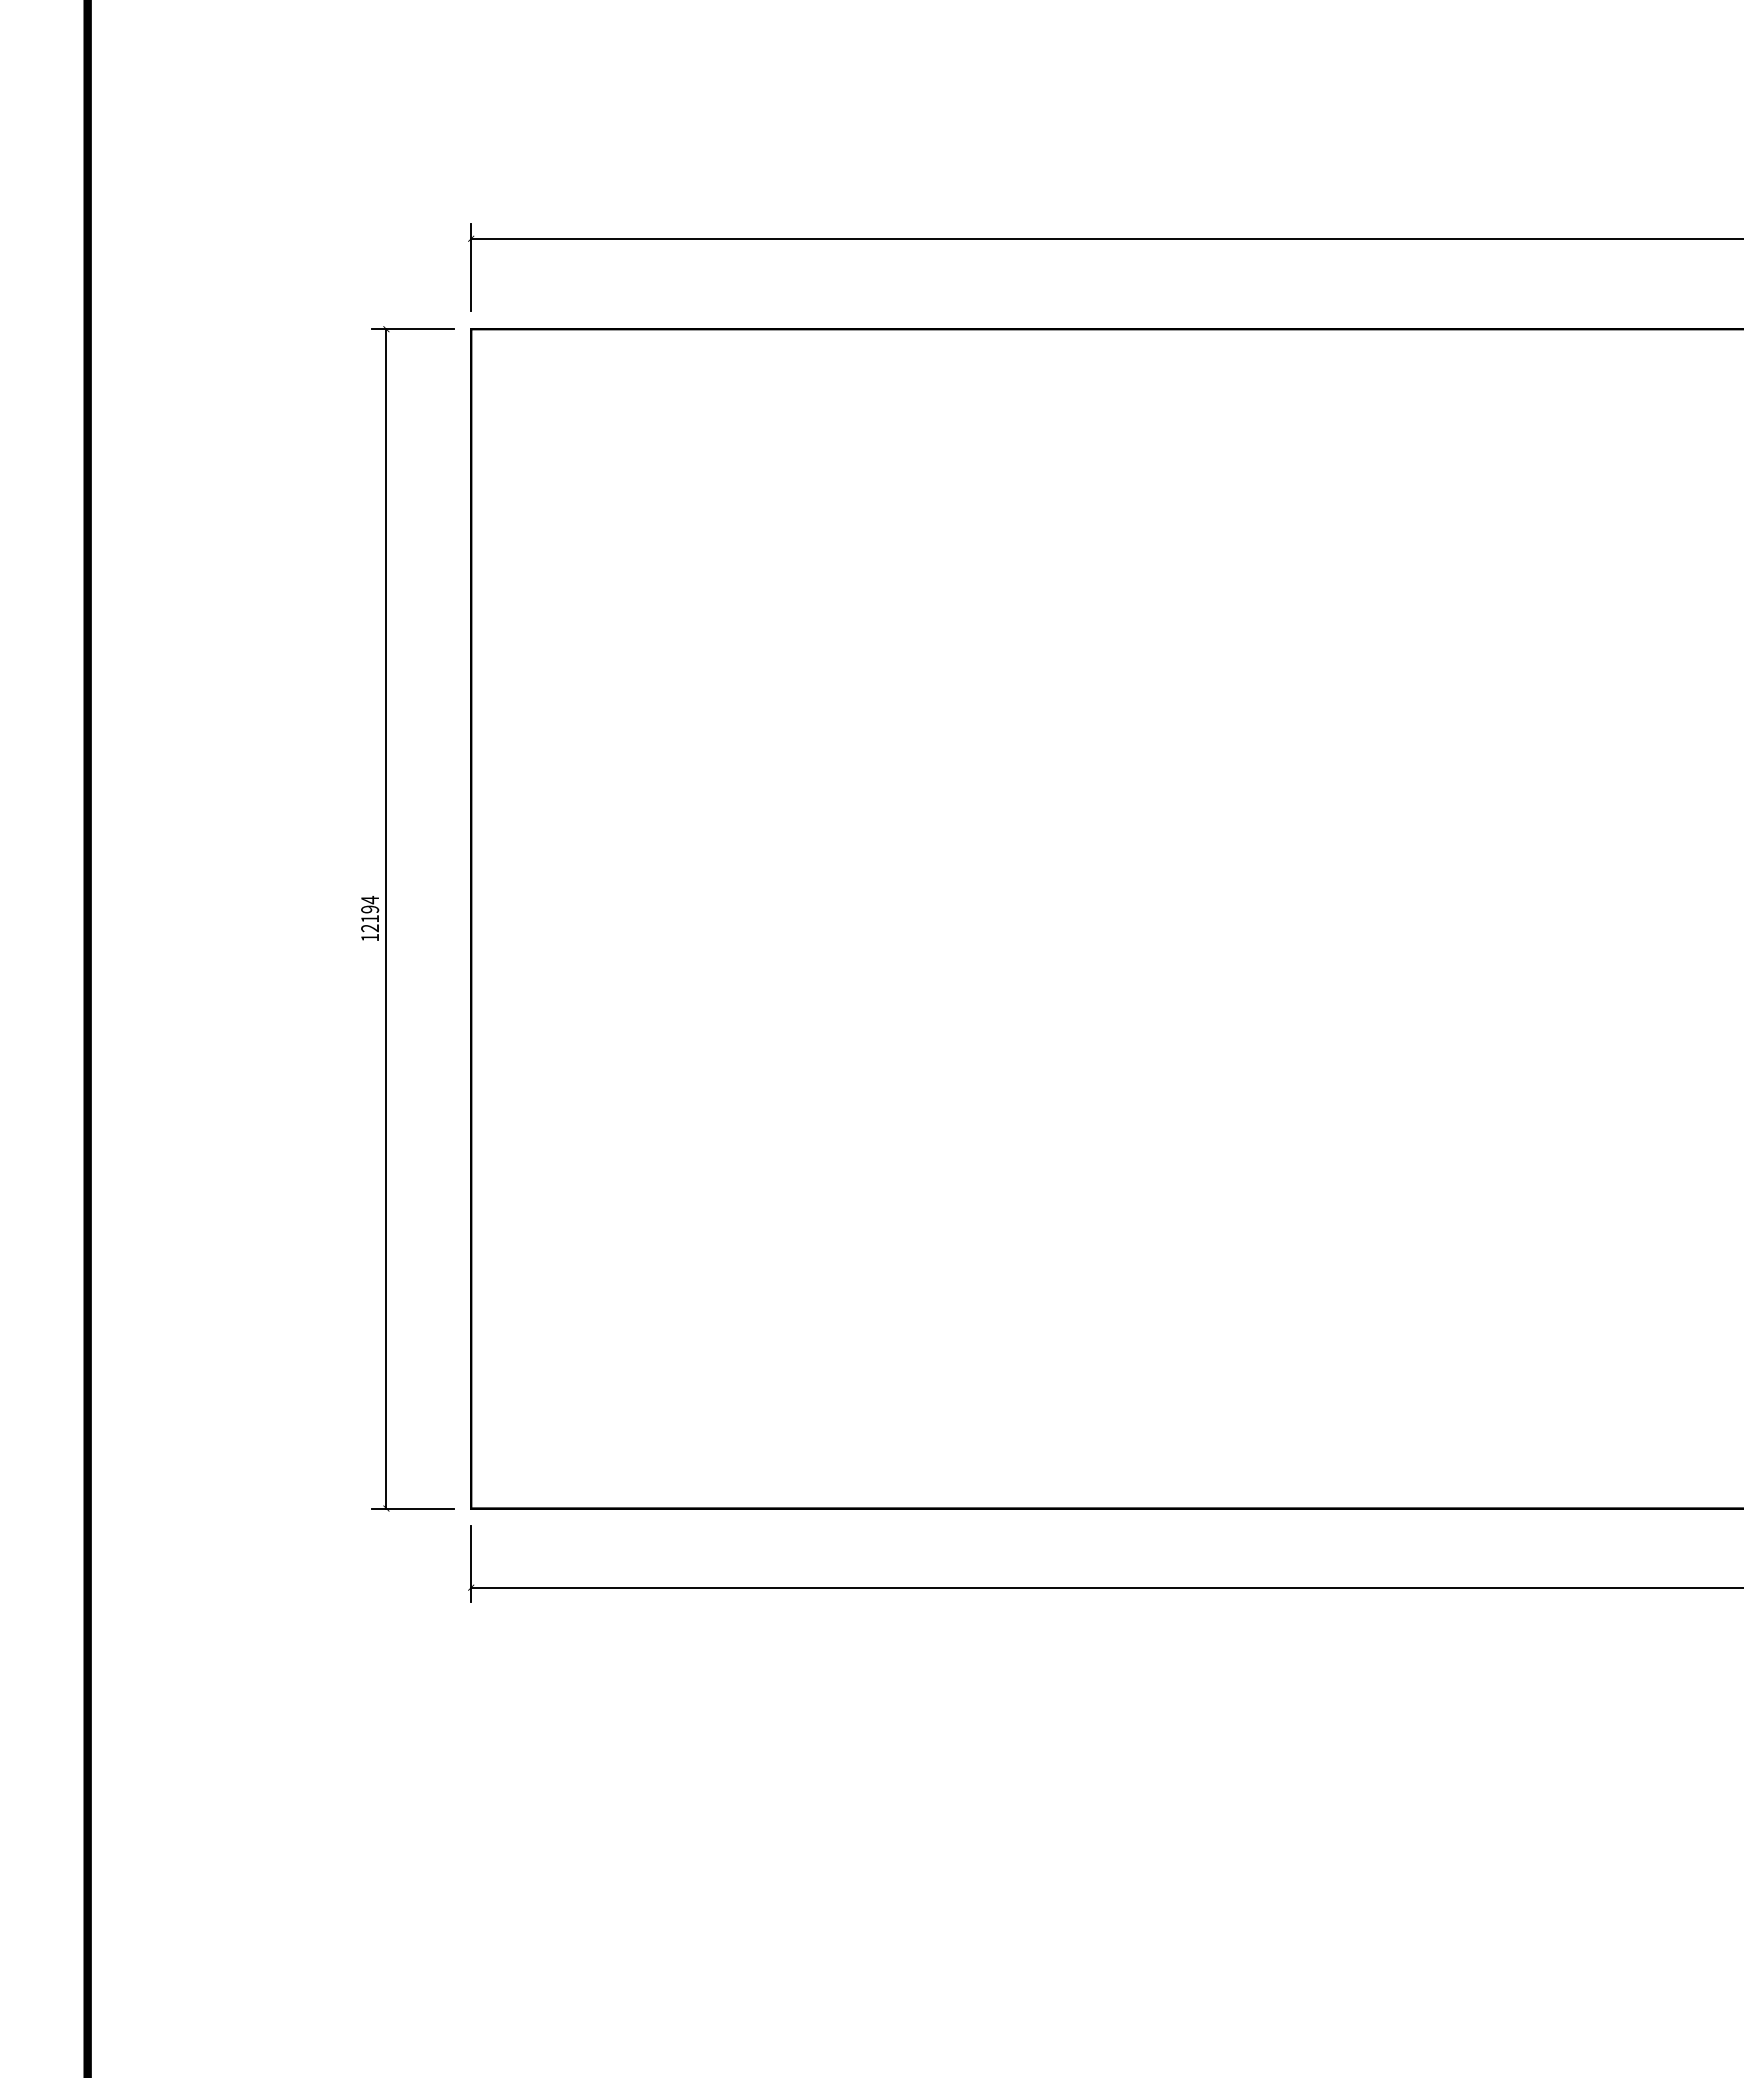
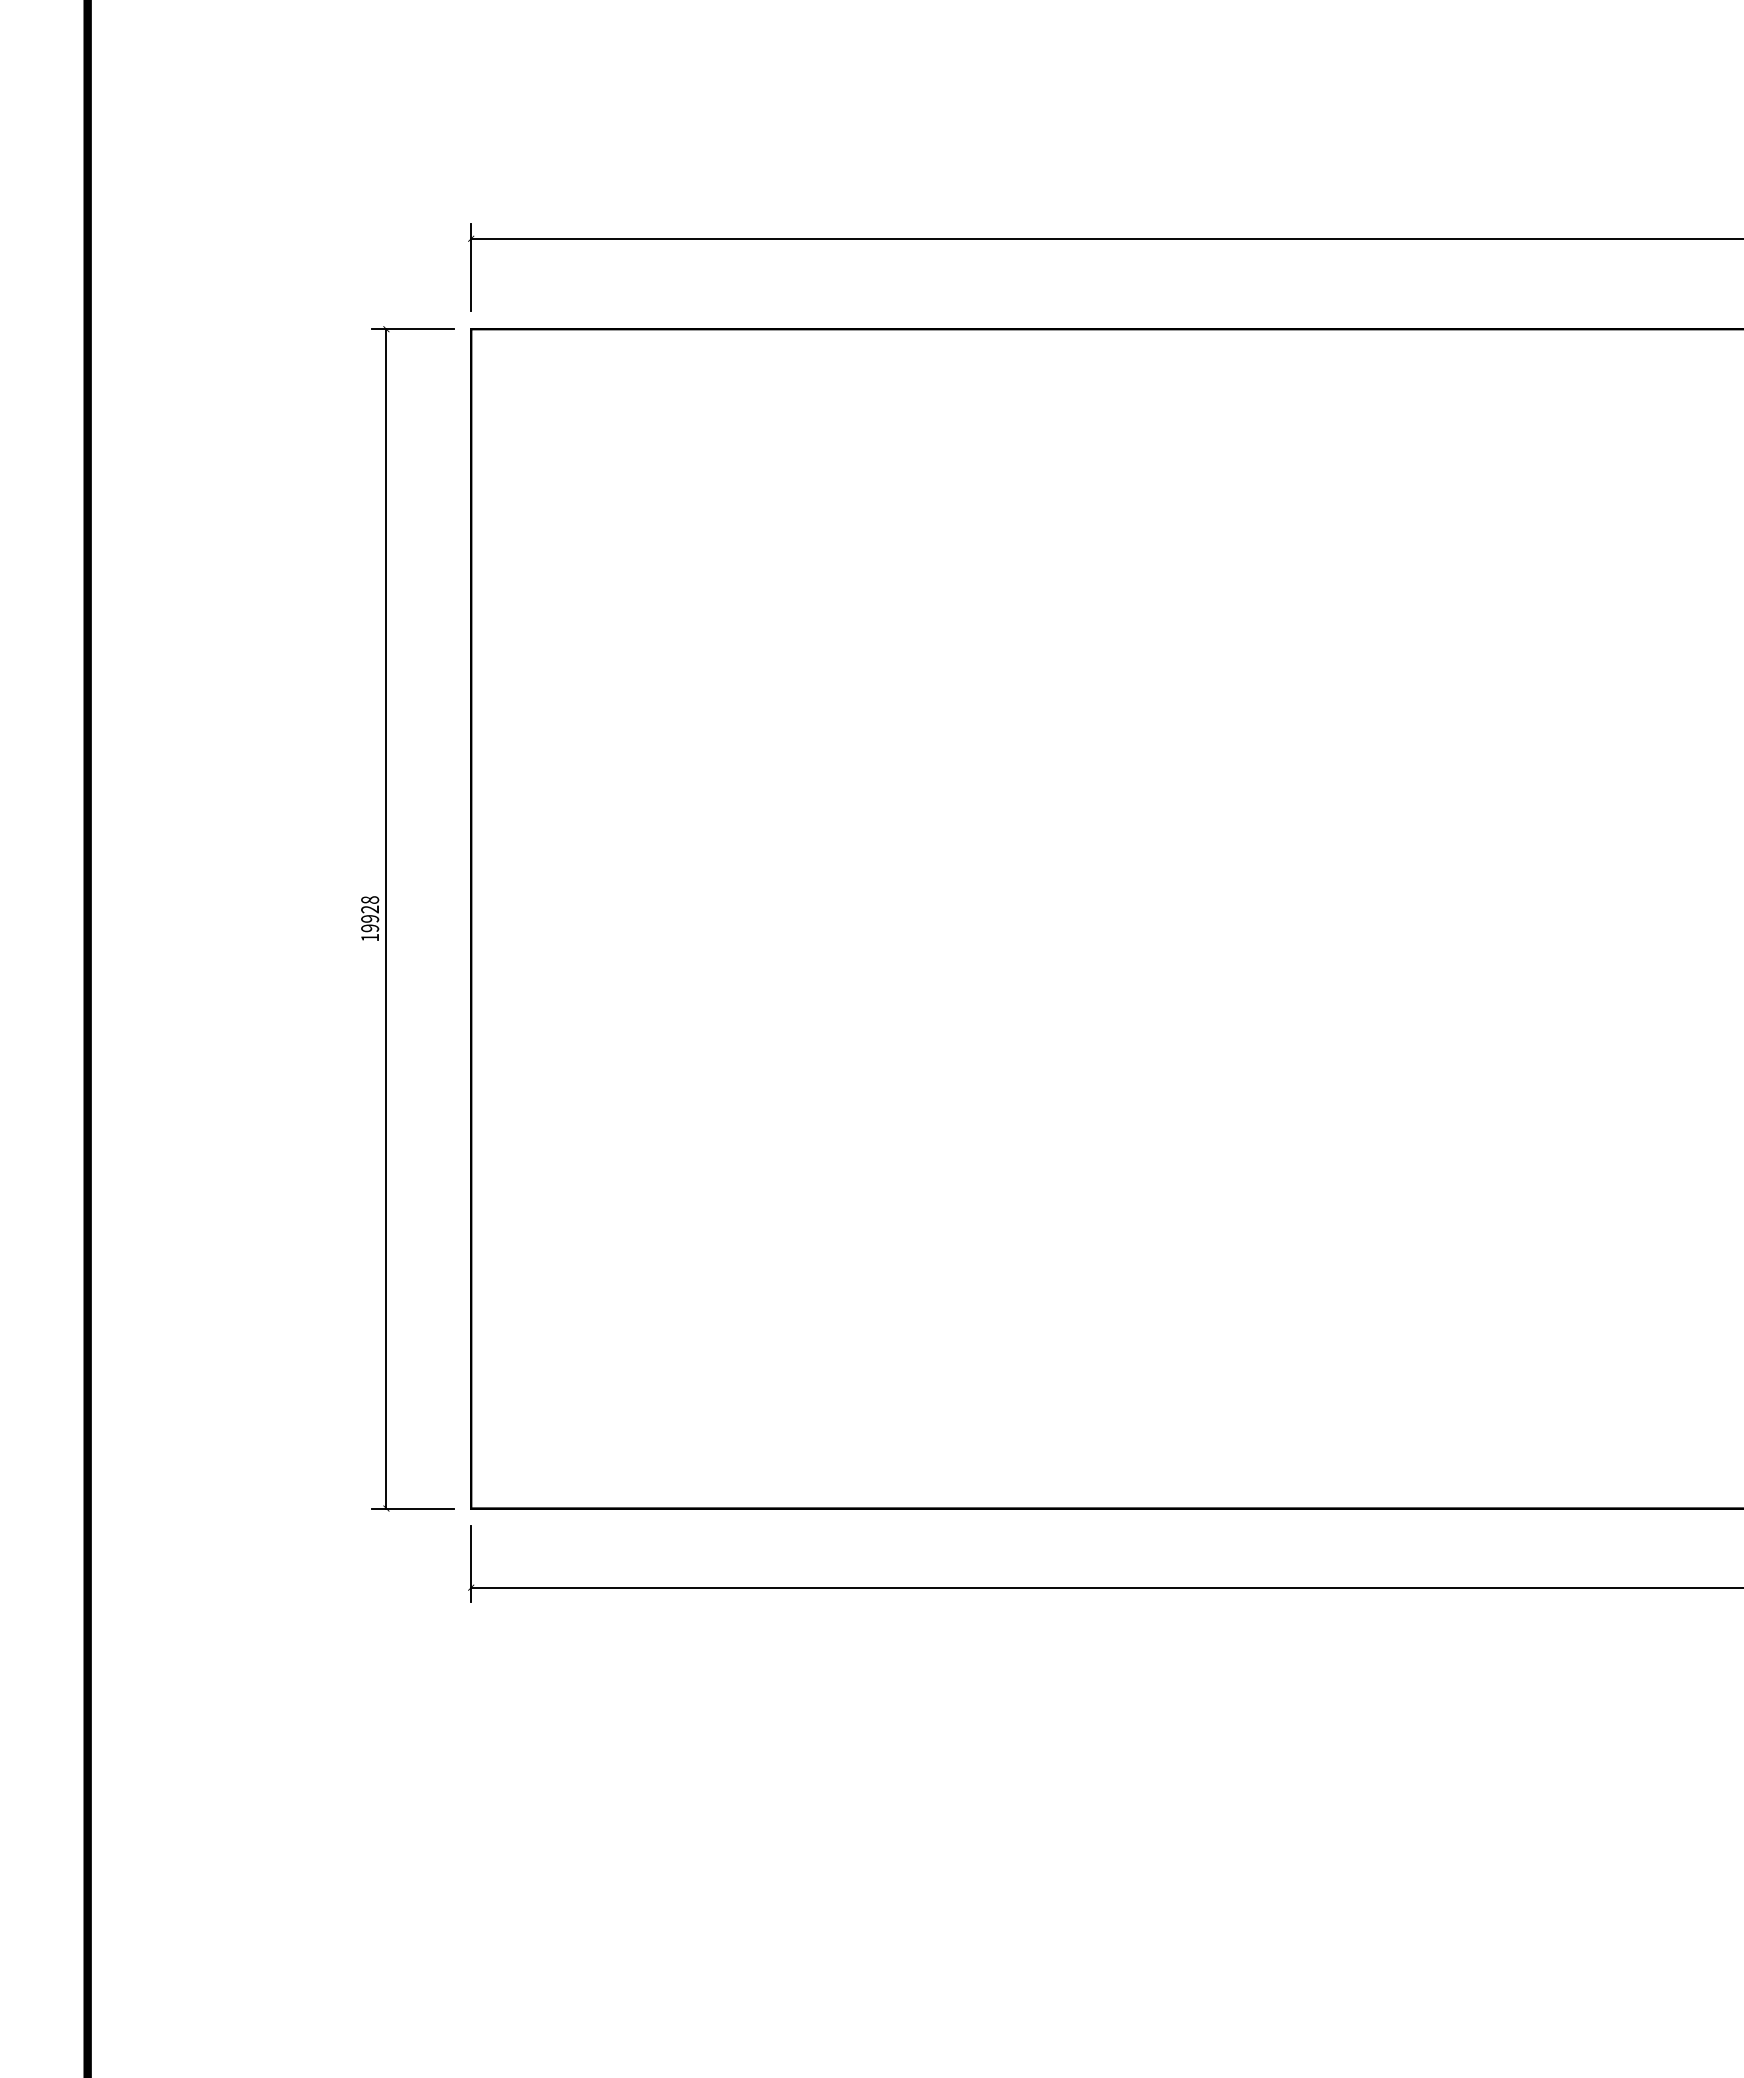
text at (370, 913): 12194 -> 19928
